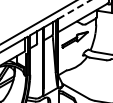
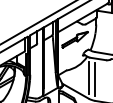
line at (74, 9): dashed -> solid
line at (88, 78): none -> present
line at (95, 78): none -> present
